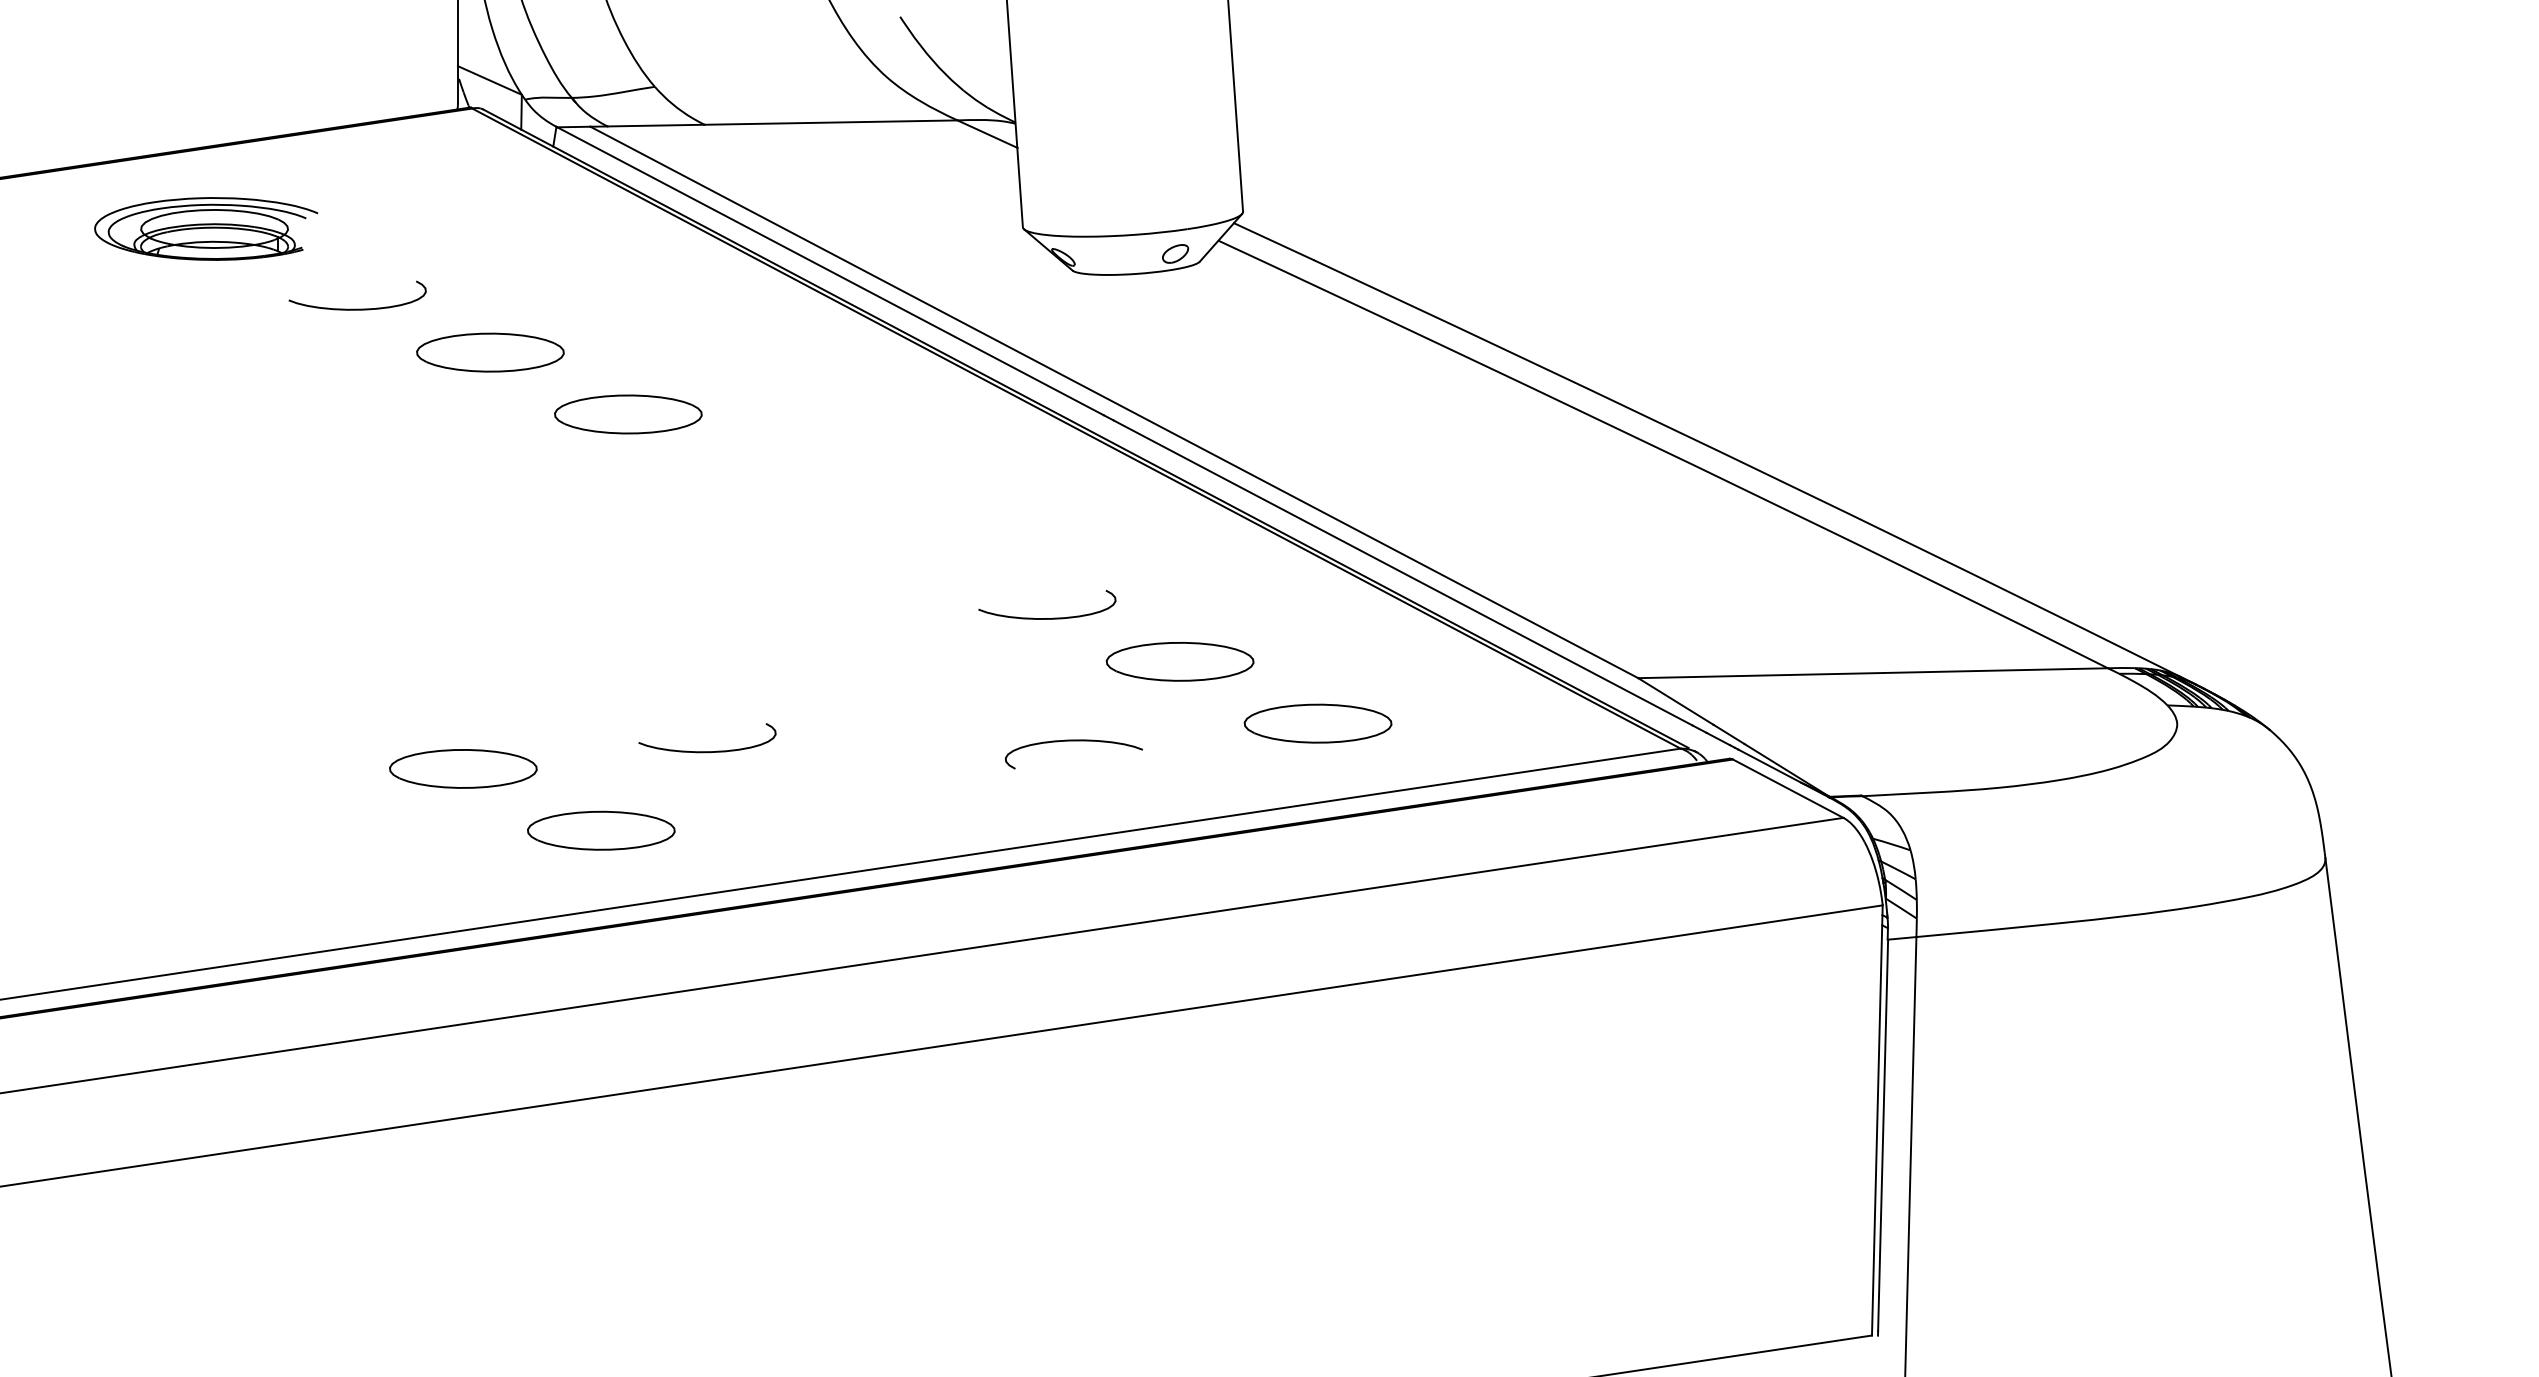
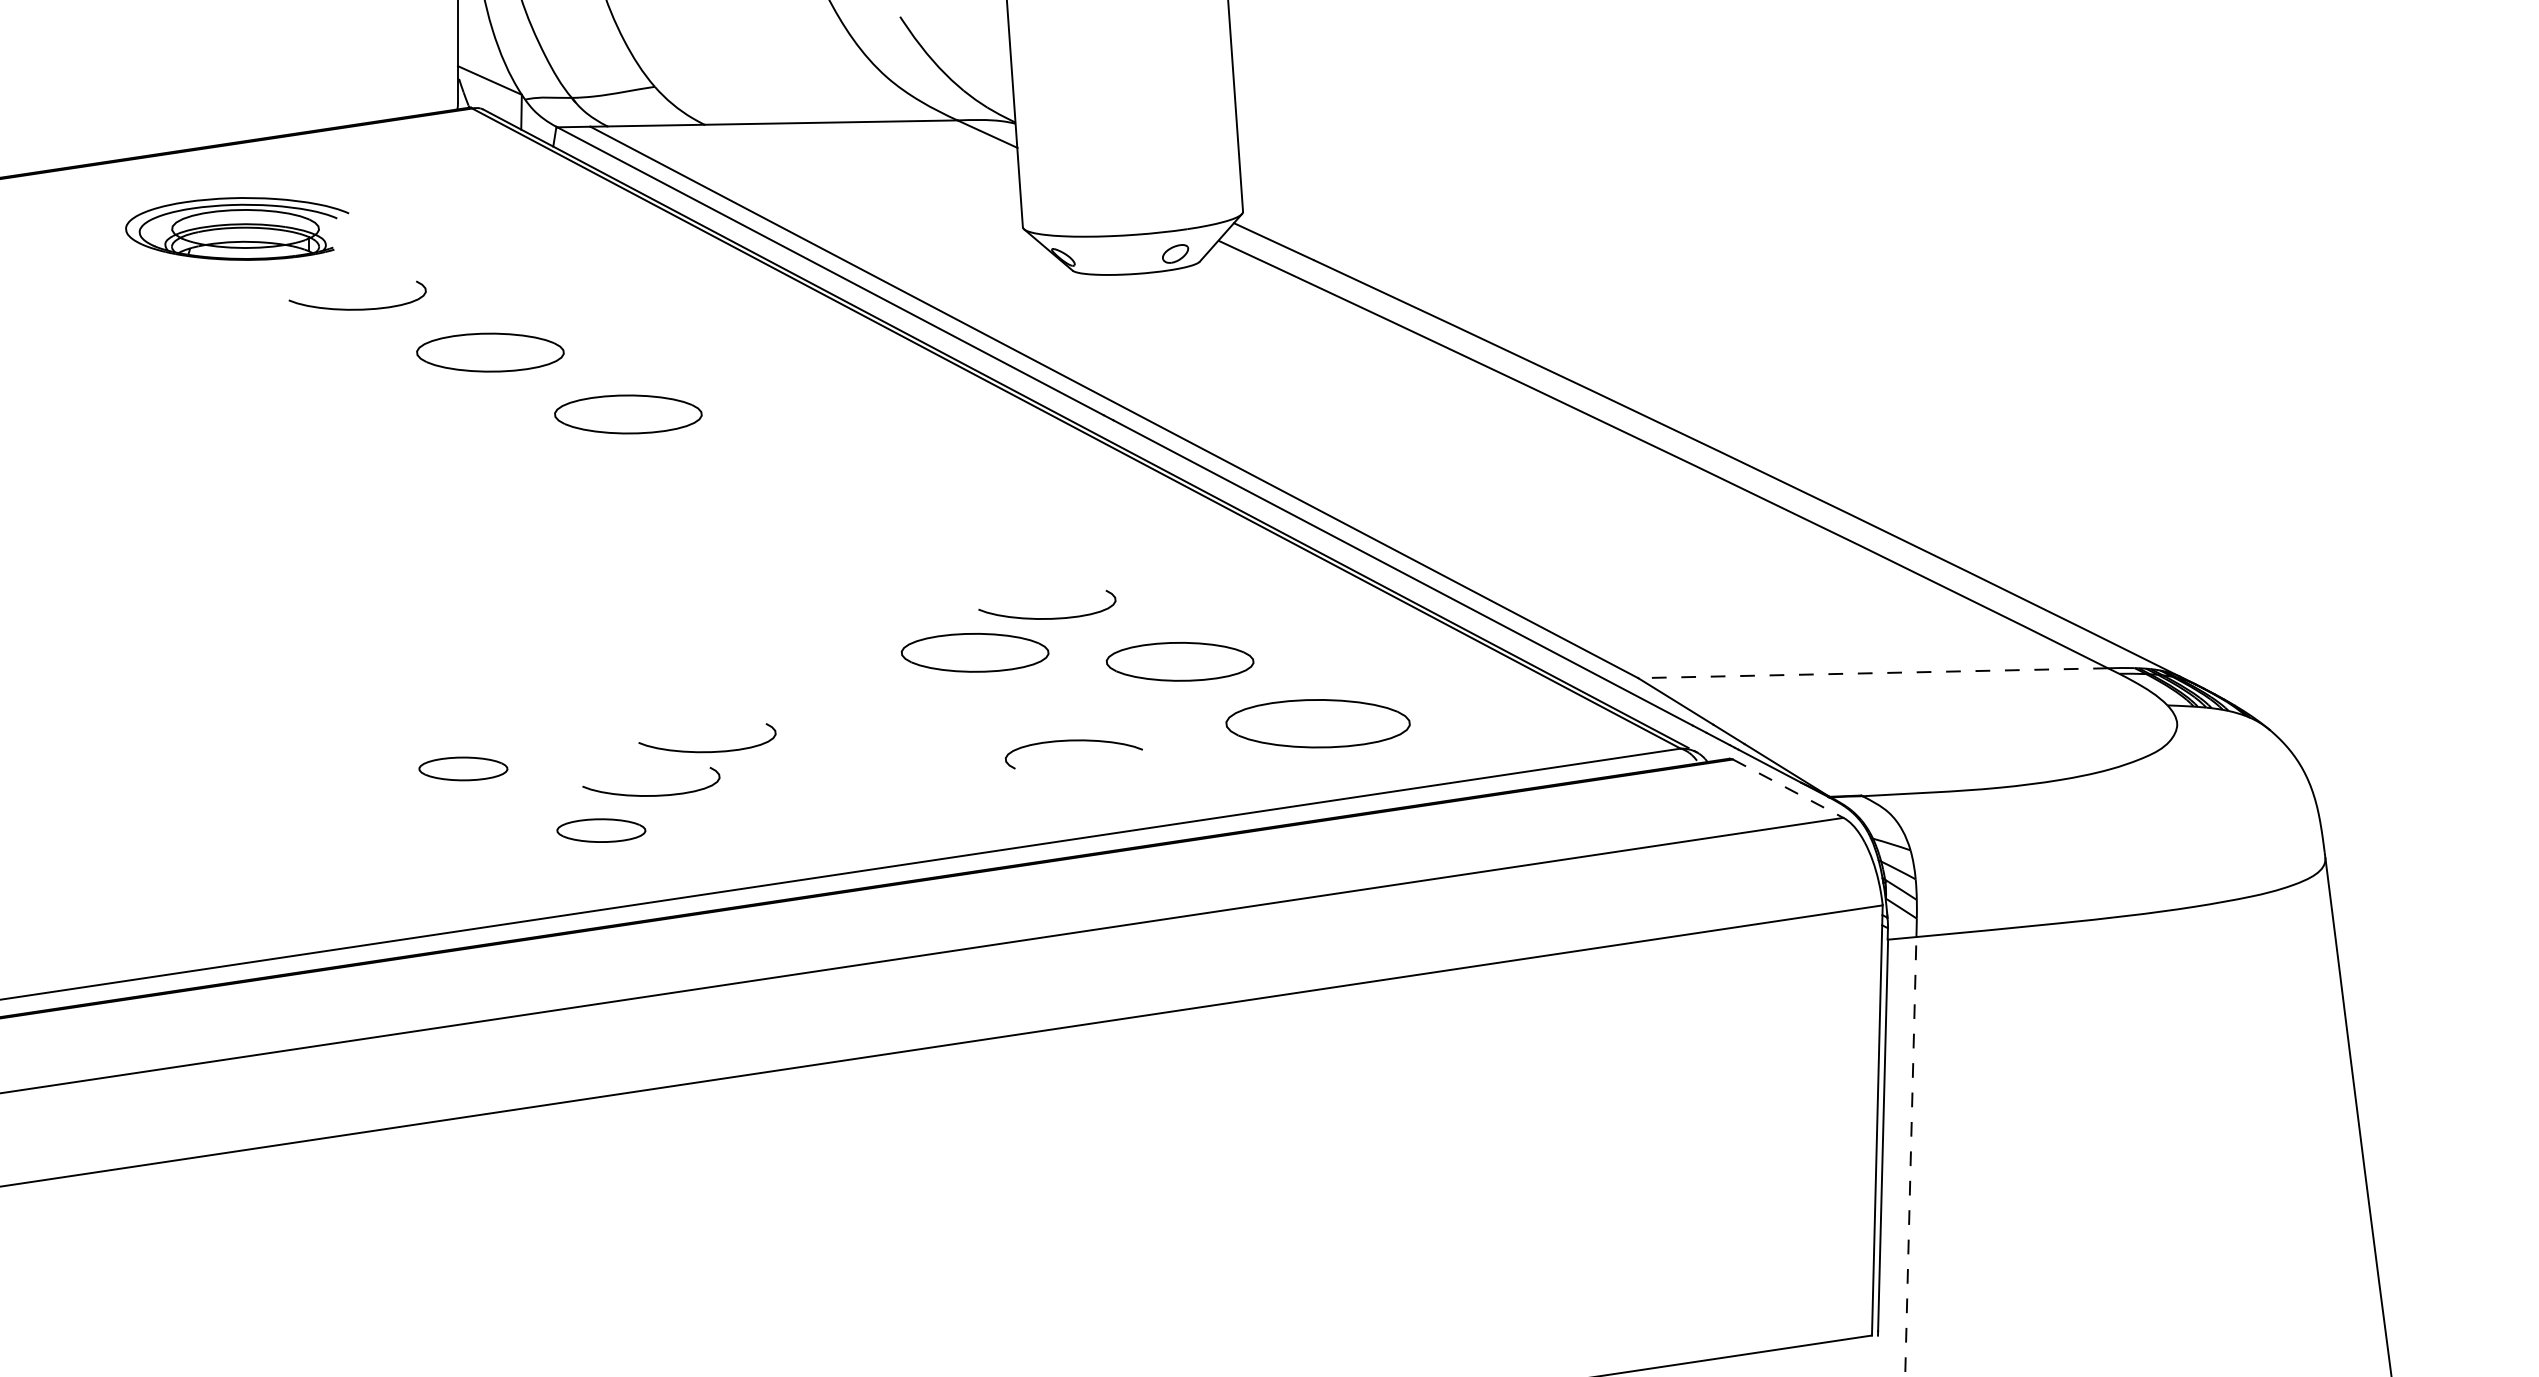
part at (206, 228) position: (206, 228) -> (237, 228)
part at (974, 652): none -> present
line at (1873, 673): solid -> dashed
part at (1317, 723) size: 150x41 px -> 186x50 px
part at (463, 768) size: 149x40 px -> 91x26 px
line at (1788, 788): solid -> dashed
curve at (656, 794): none -> present
part at (601, 830) size: 149x41 px -> 91x25 px
line at (1910, 1156): solid -> dashed
